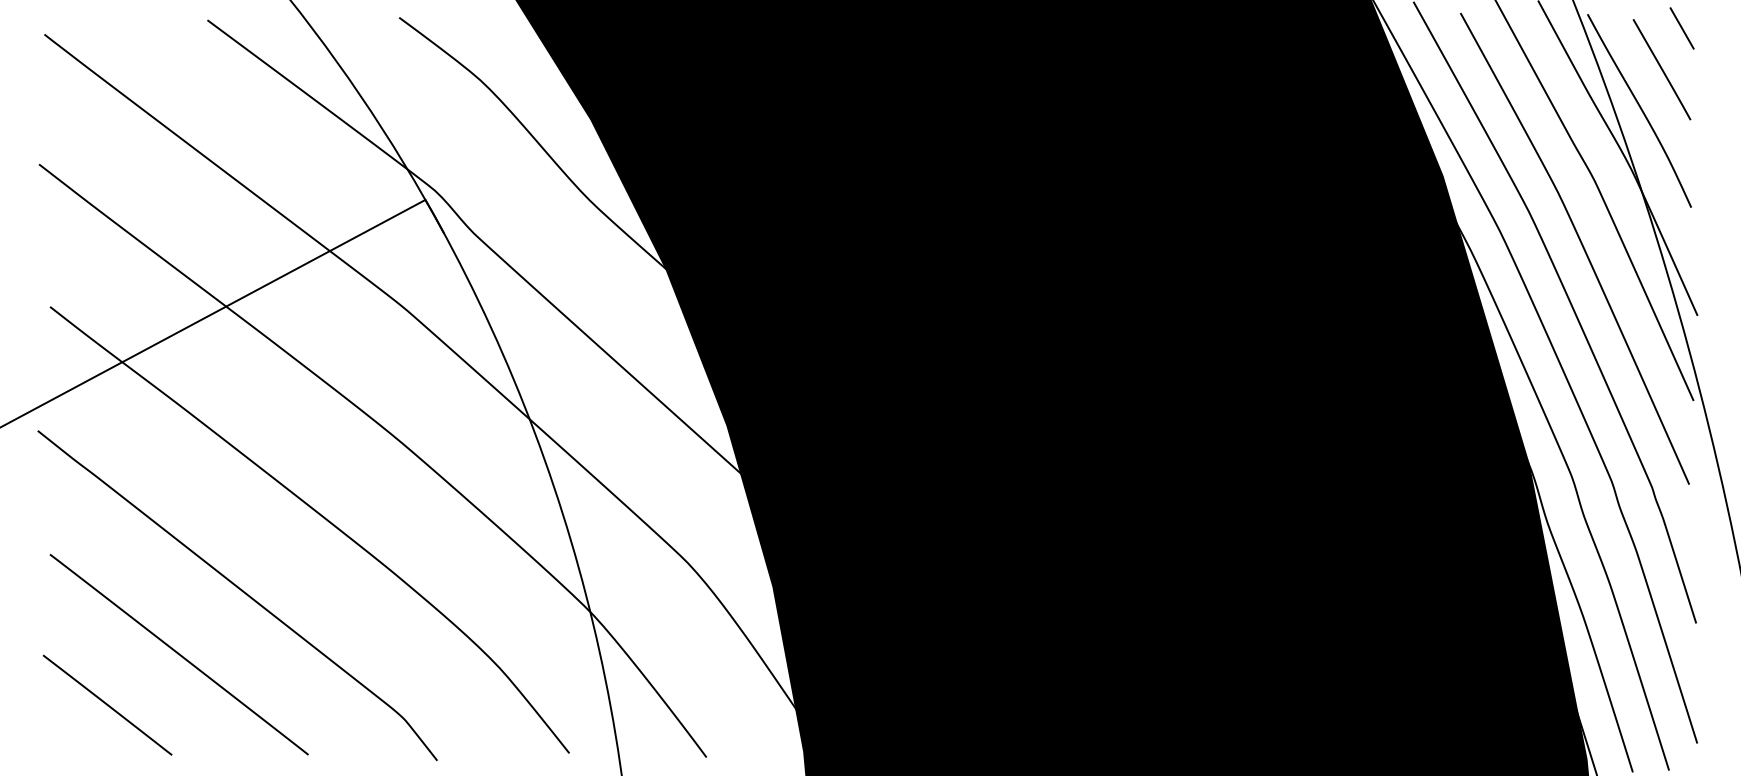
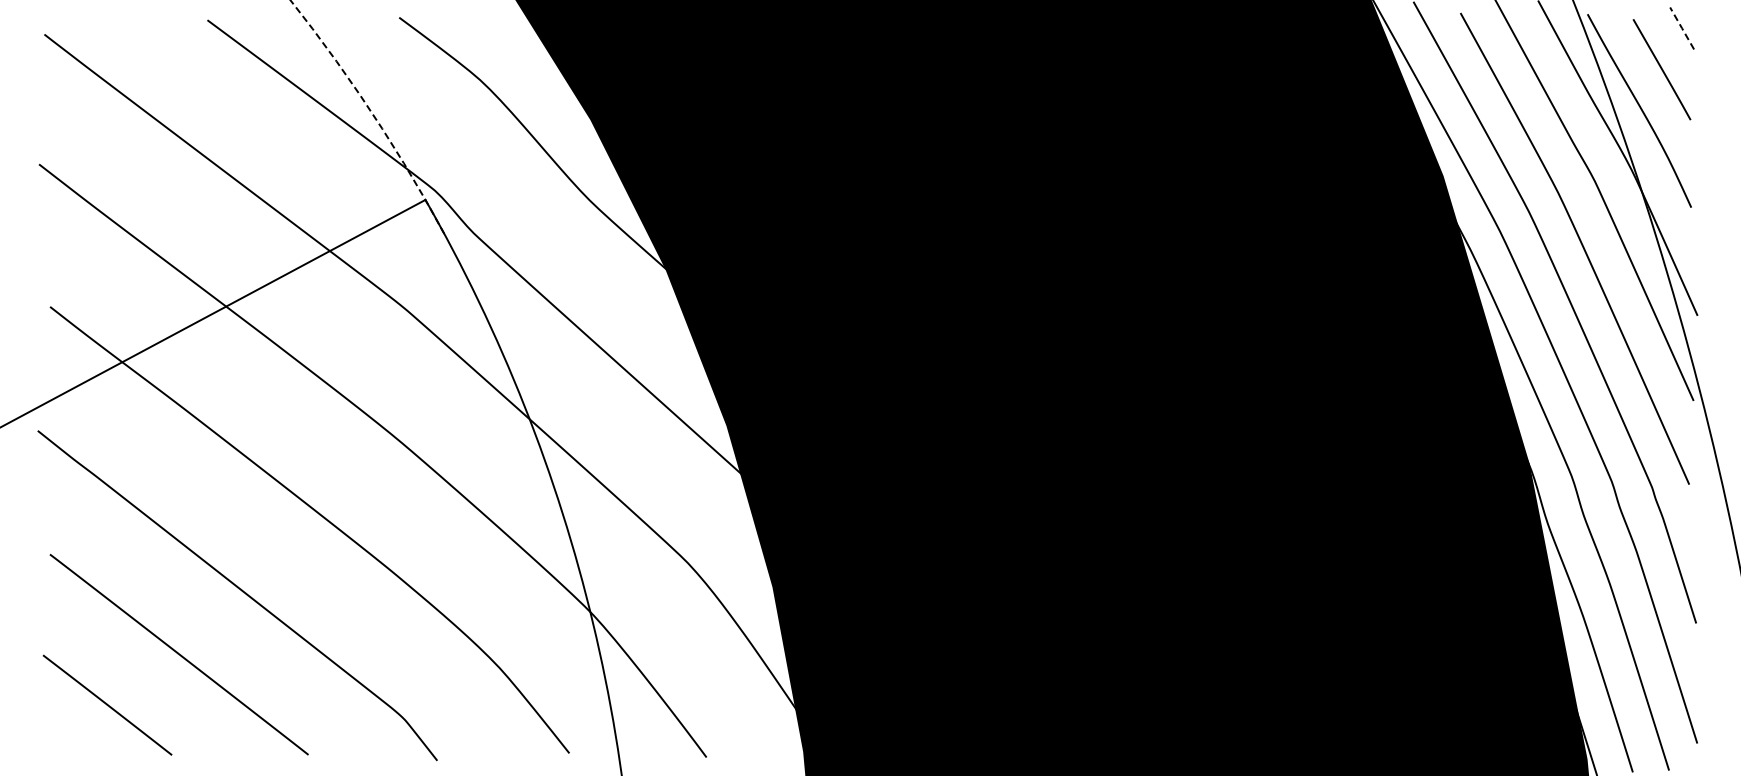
line at (1682, 28): solid -> dashed
arc at (372, 113): solid -> dashed
